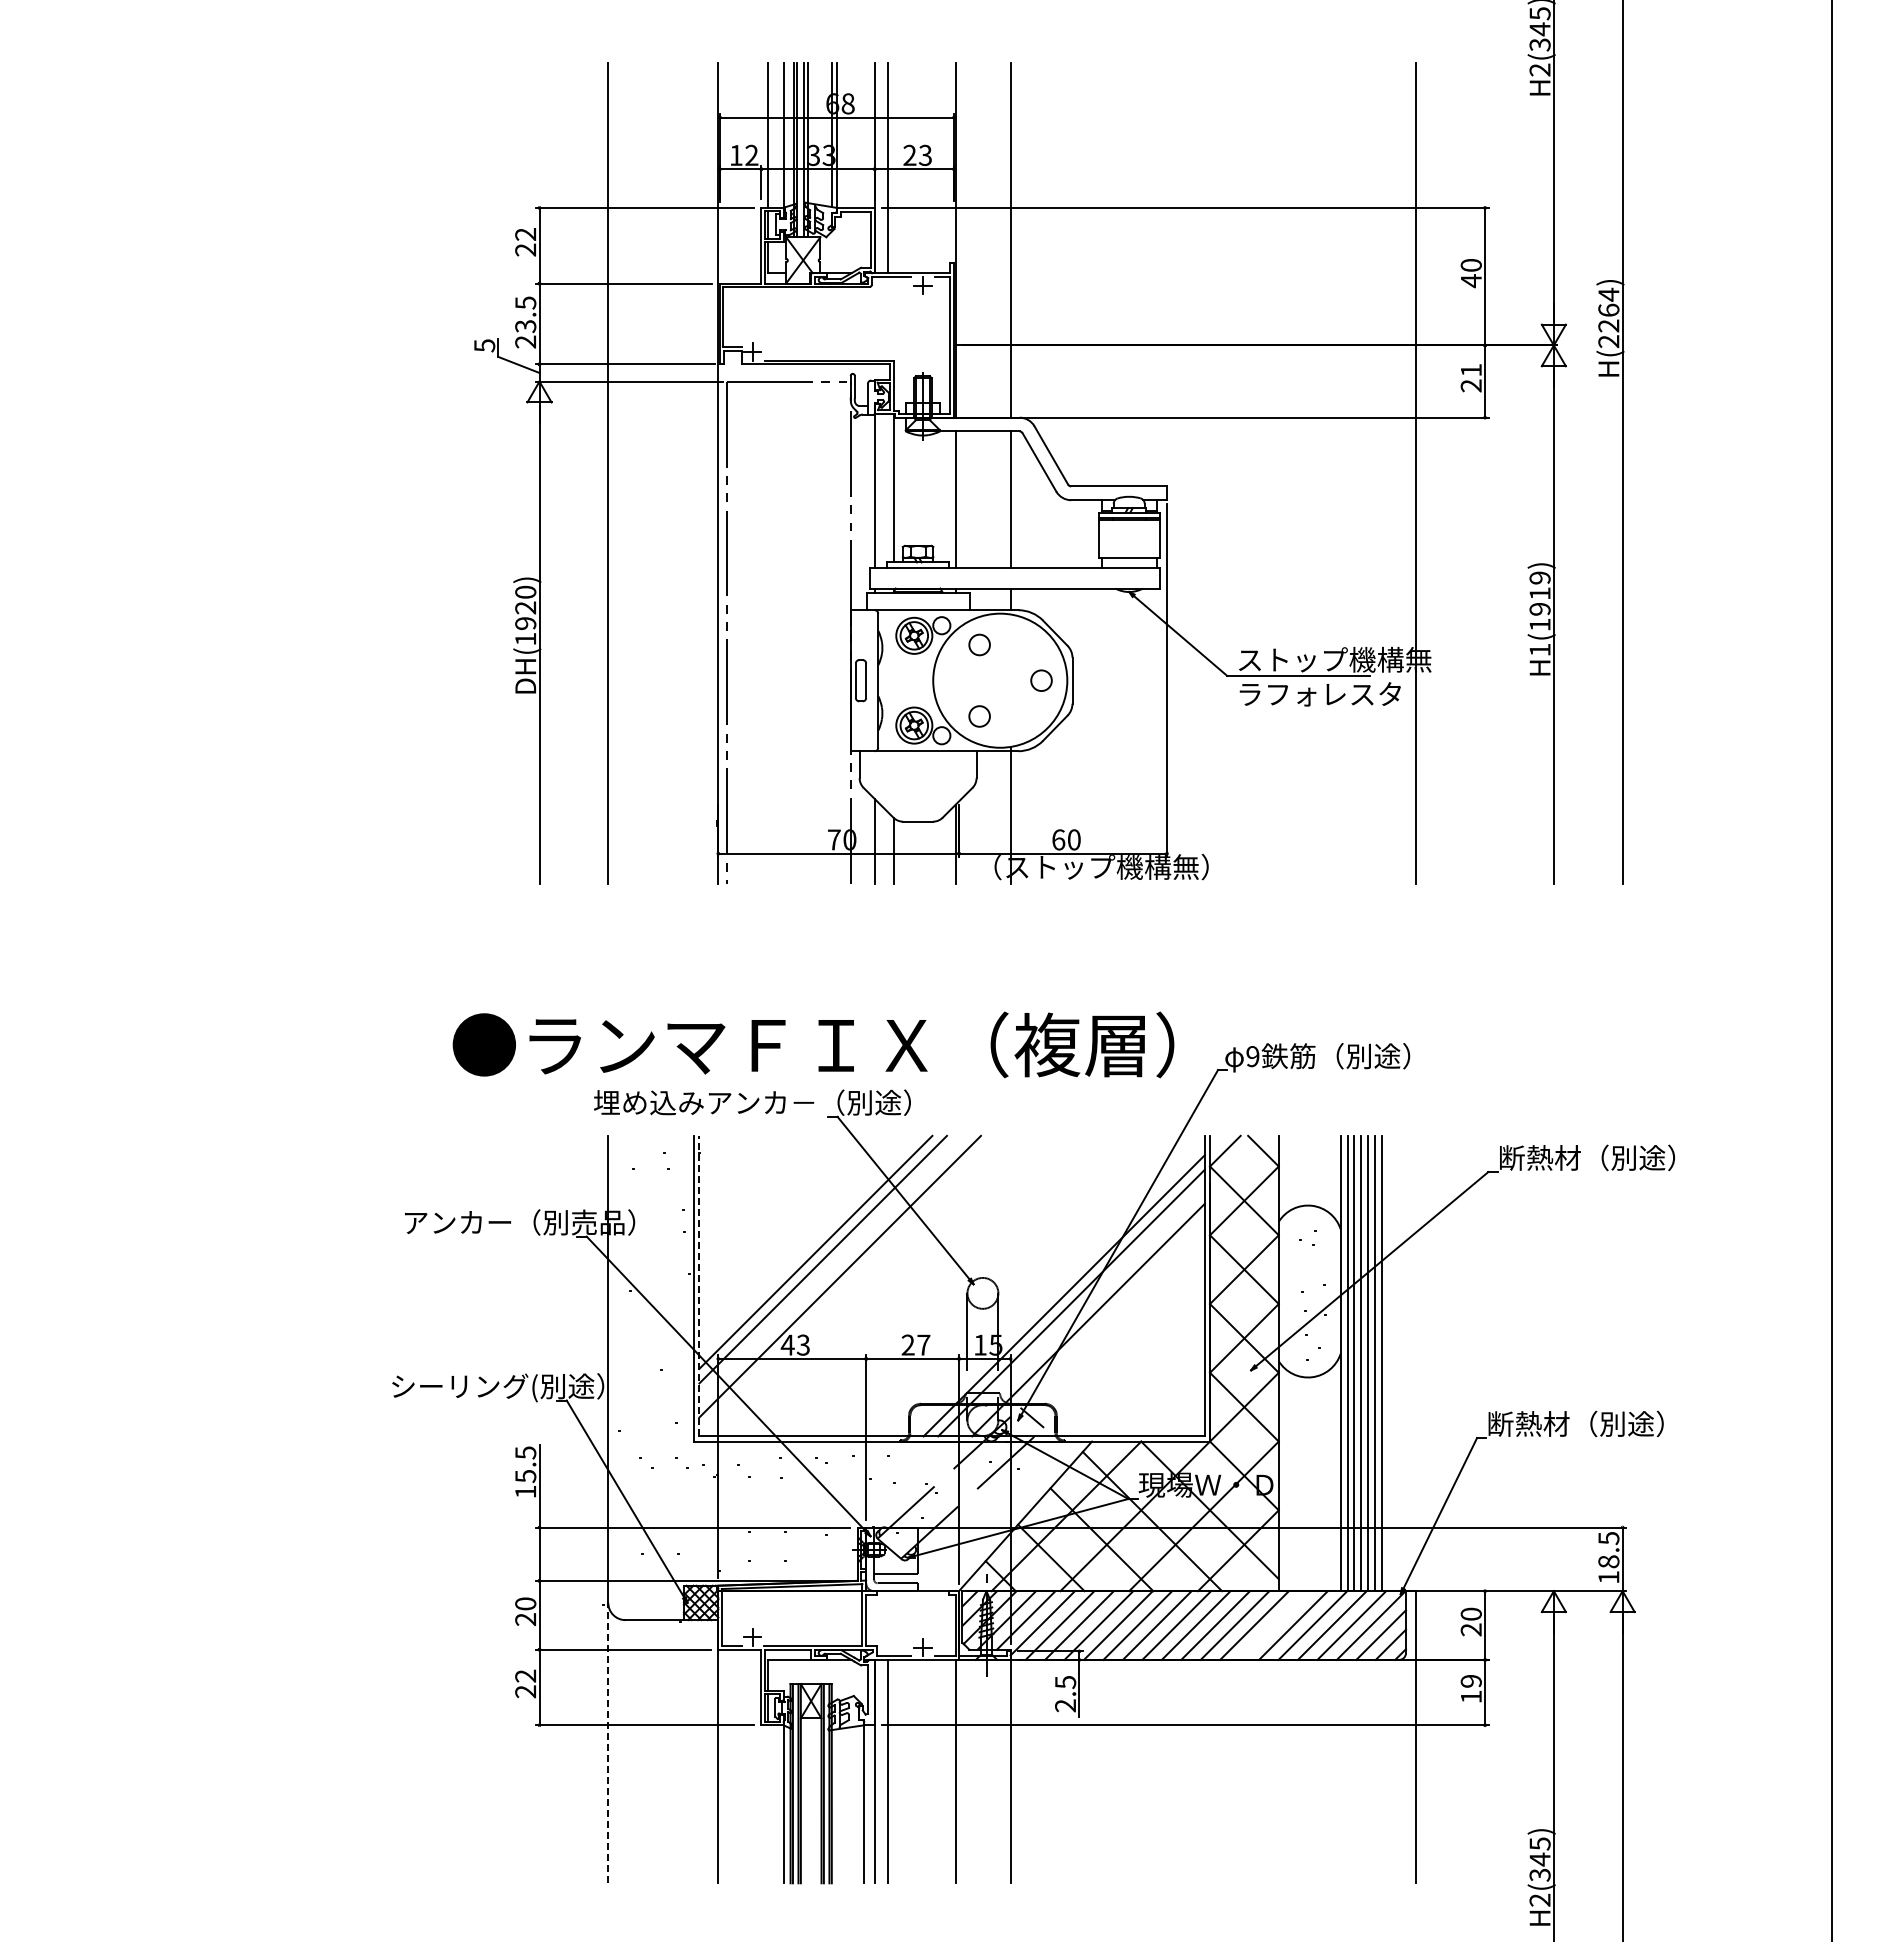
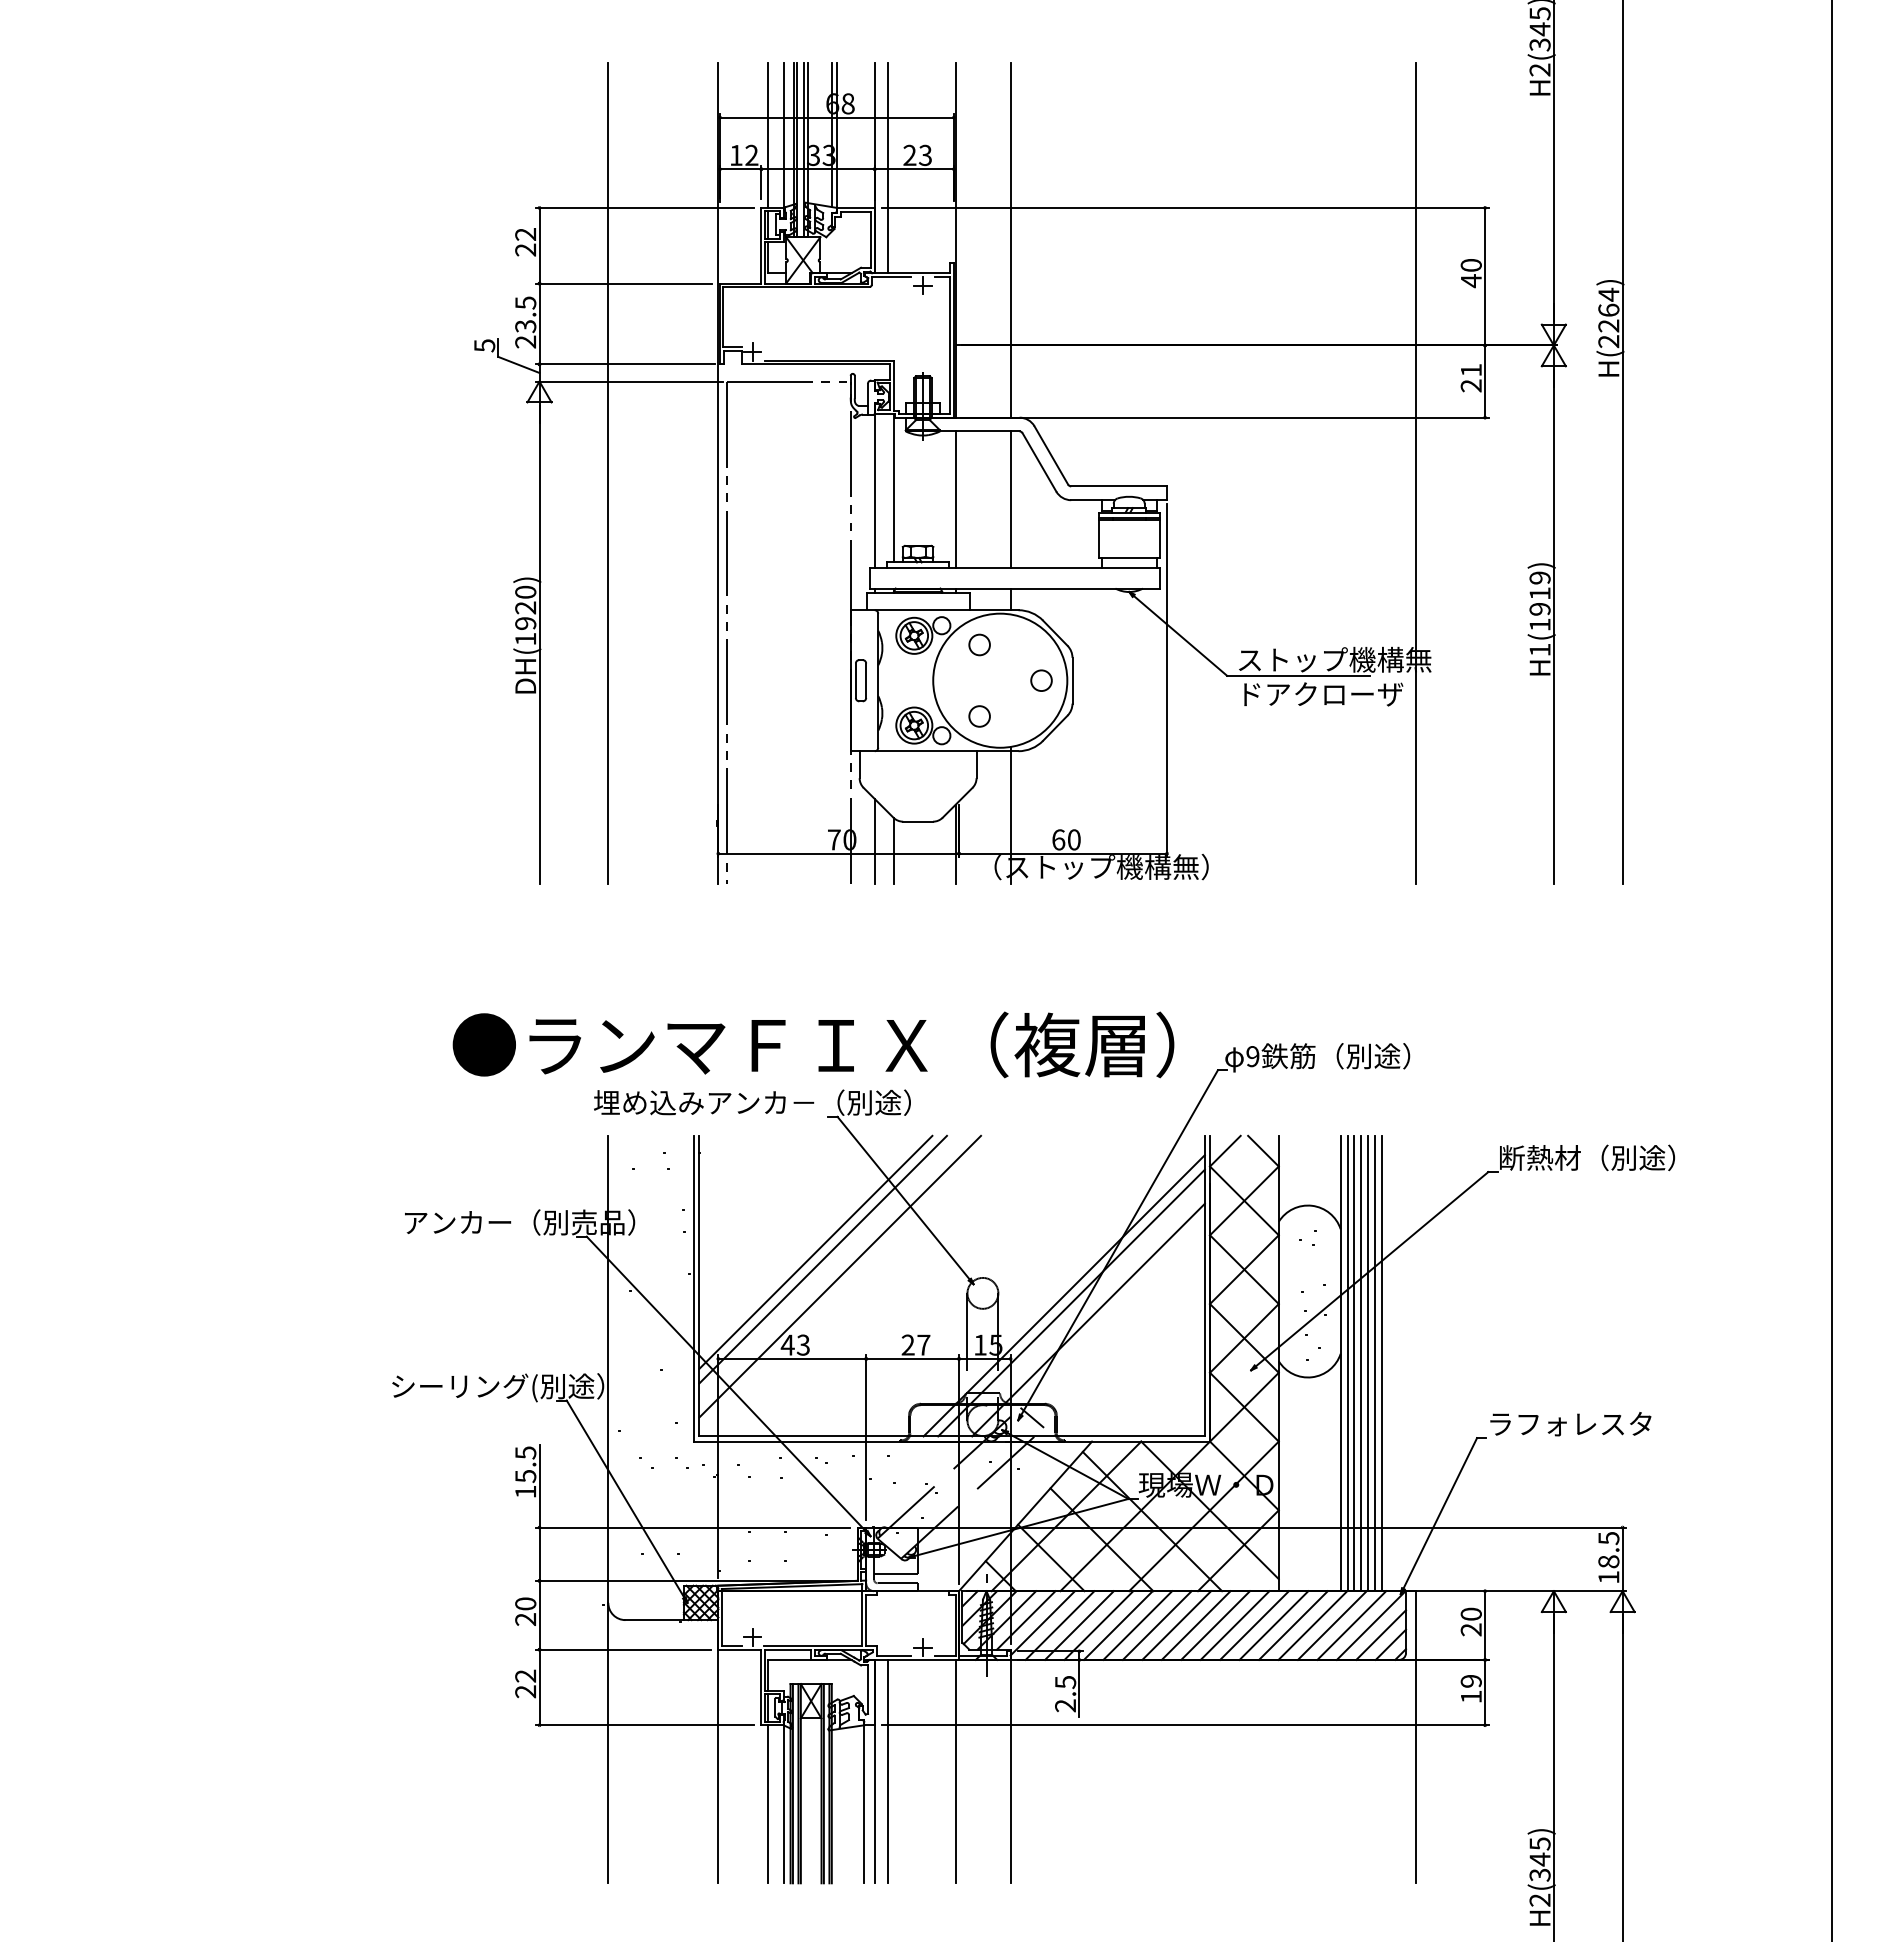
text at (1321, 694): ラフォレスタ -> ドアクローザ
line at (699, 1285): dashed -> solid
text at (1575, 1423): 断熱材（別途） -> ラフォレスタ
line at (1273, 1625): none -> present
line at (608, 1742): dashed -> solid
line at (768, 1804): none -> present
